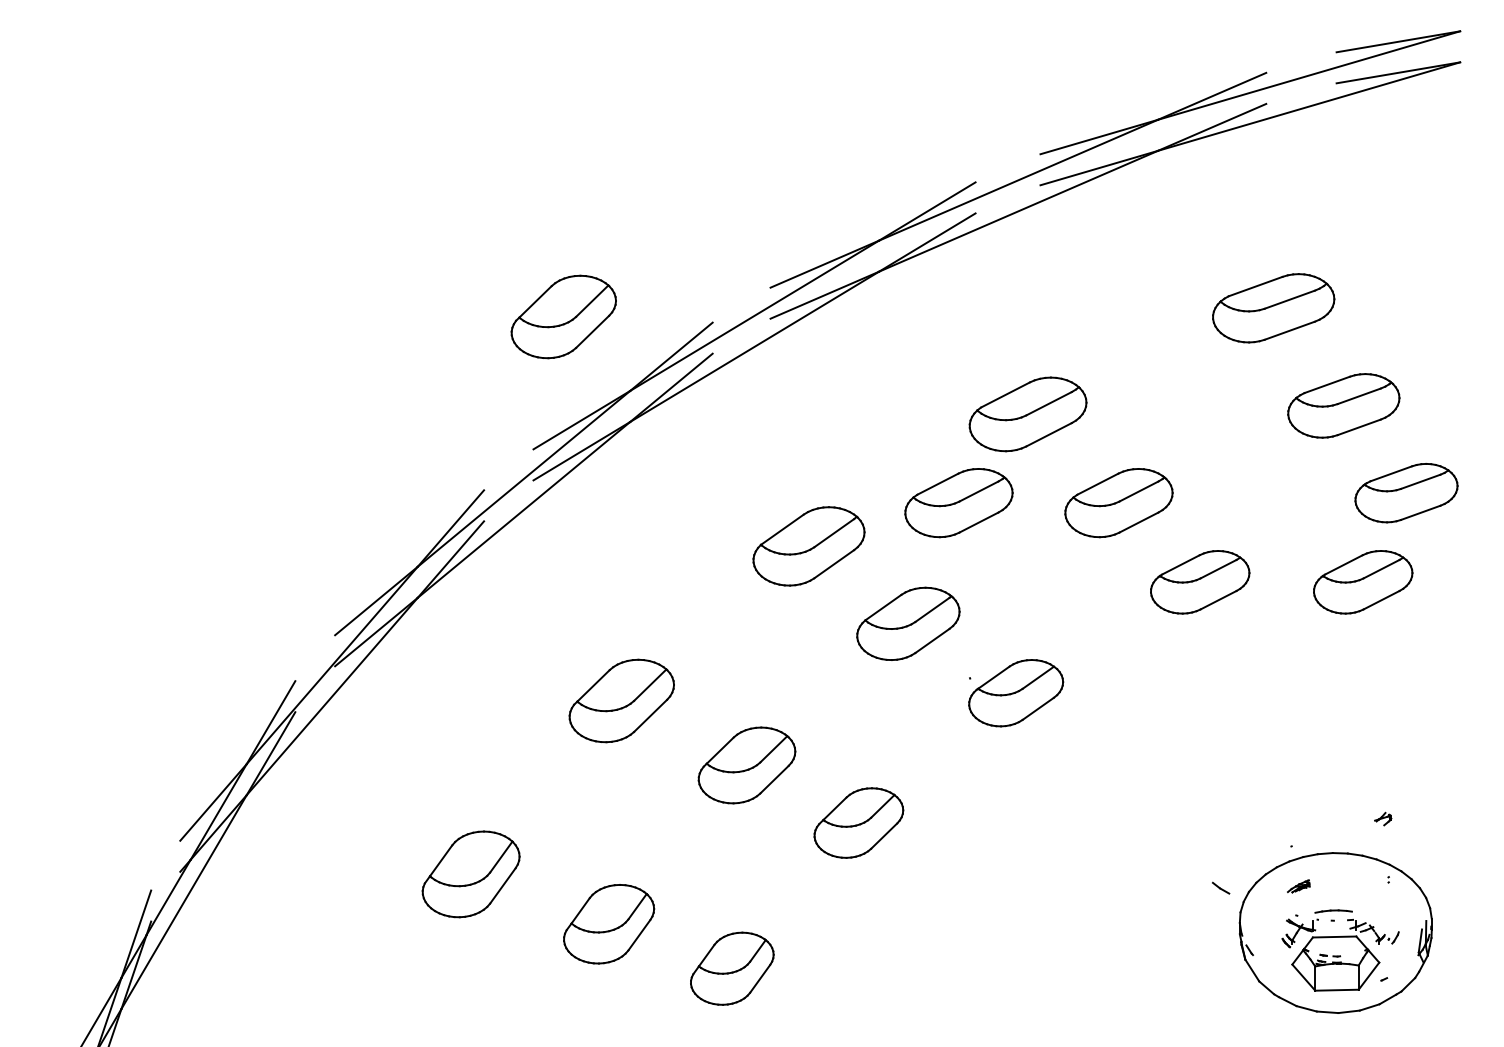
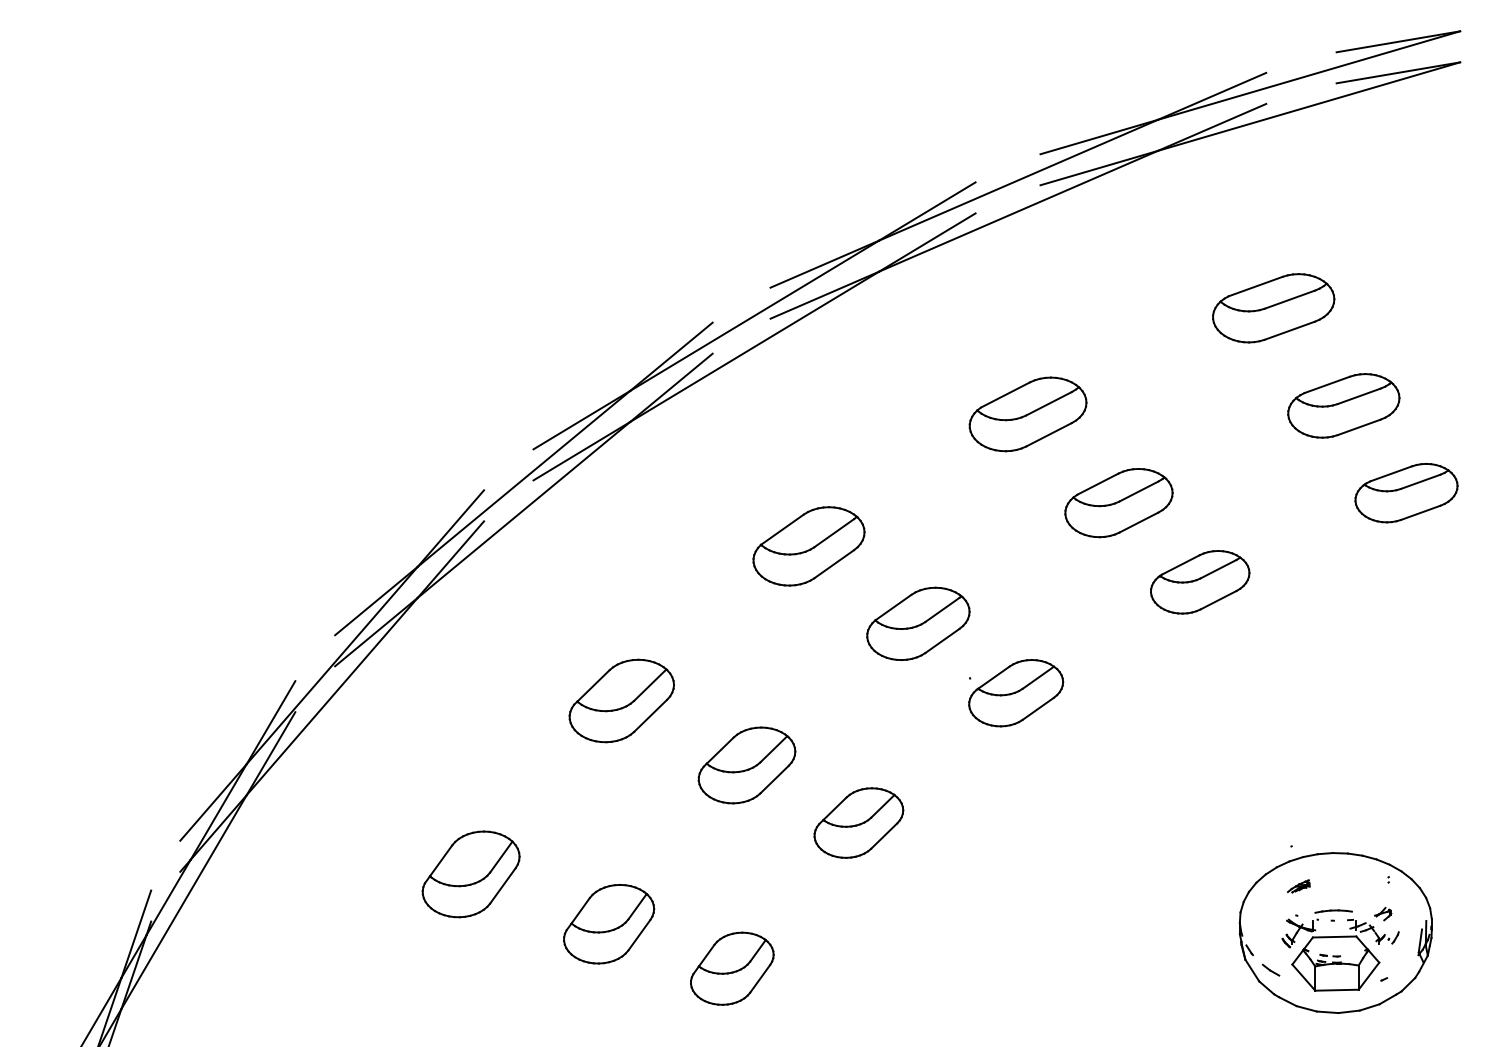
part at (563, 316): present -> none
part at (958, 503): present -> none
part at (1363, 582): present -> none
part at (908, 623) position: (908, 623) -> (918, 623)
part at (1383, 818) position: (1383, 818) -> (1383, 913)
line at (1220, 887) position: (1220, 887) -> (1270, 969)
